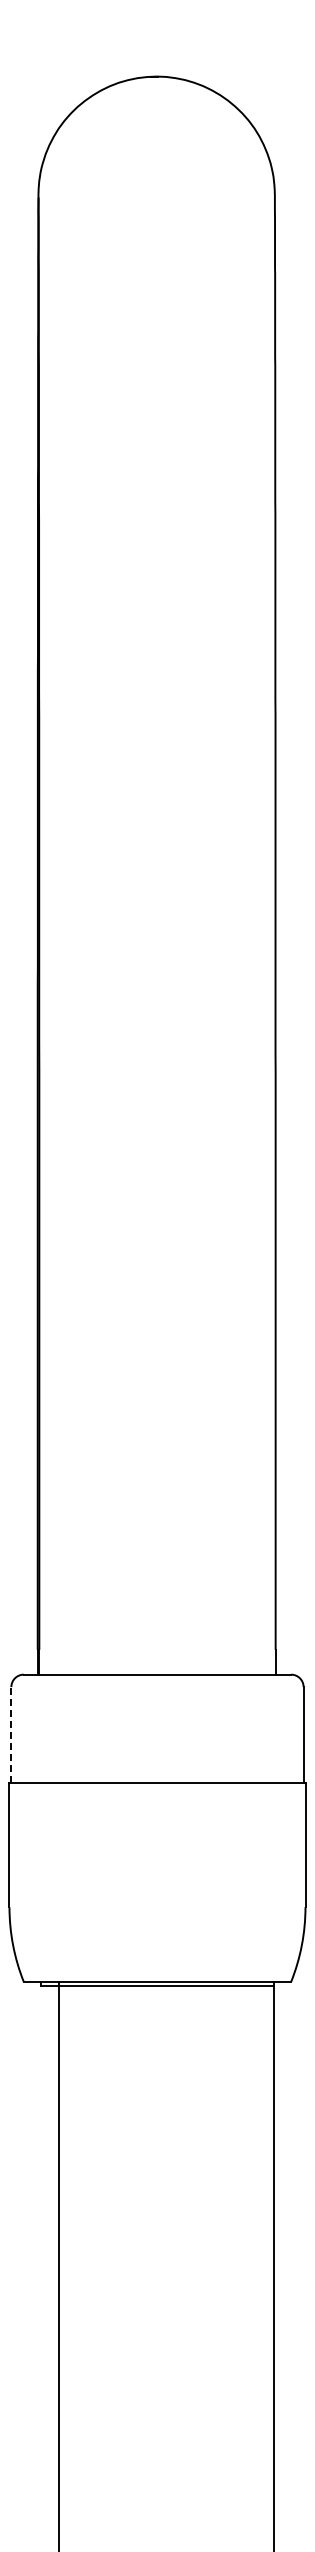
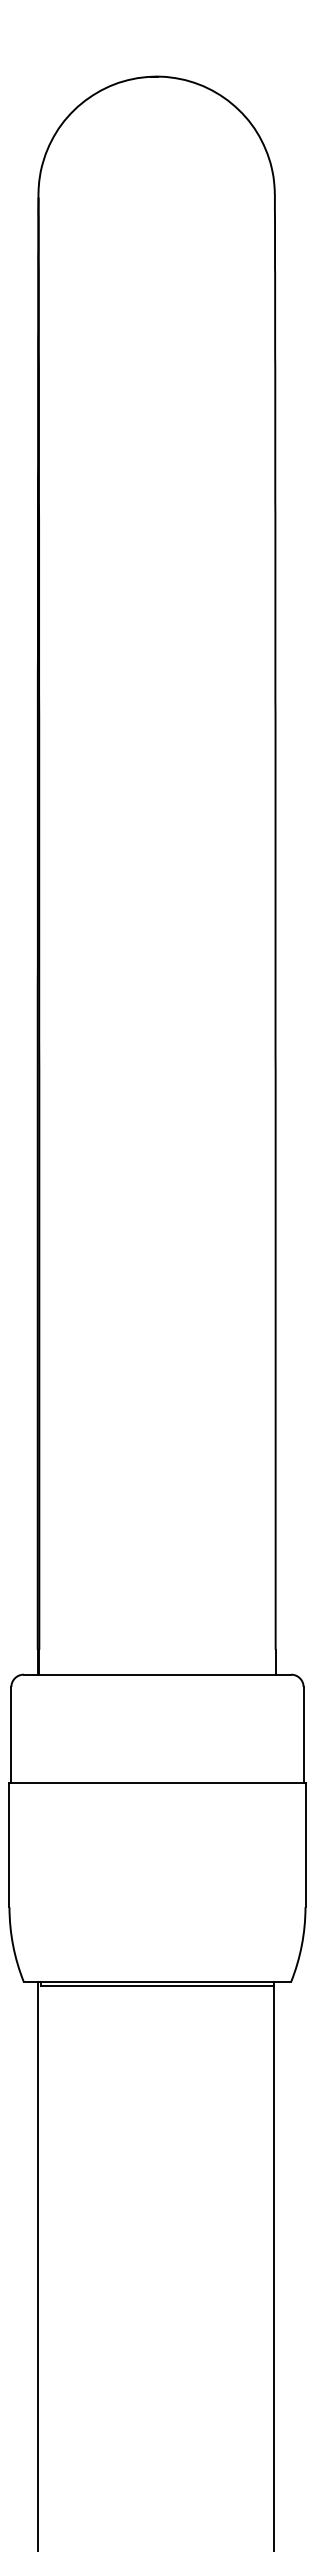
line at (11, 1734): dashed -> solid
line at (58, 2264) position: (58, 2264) -> (37, 2264)
